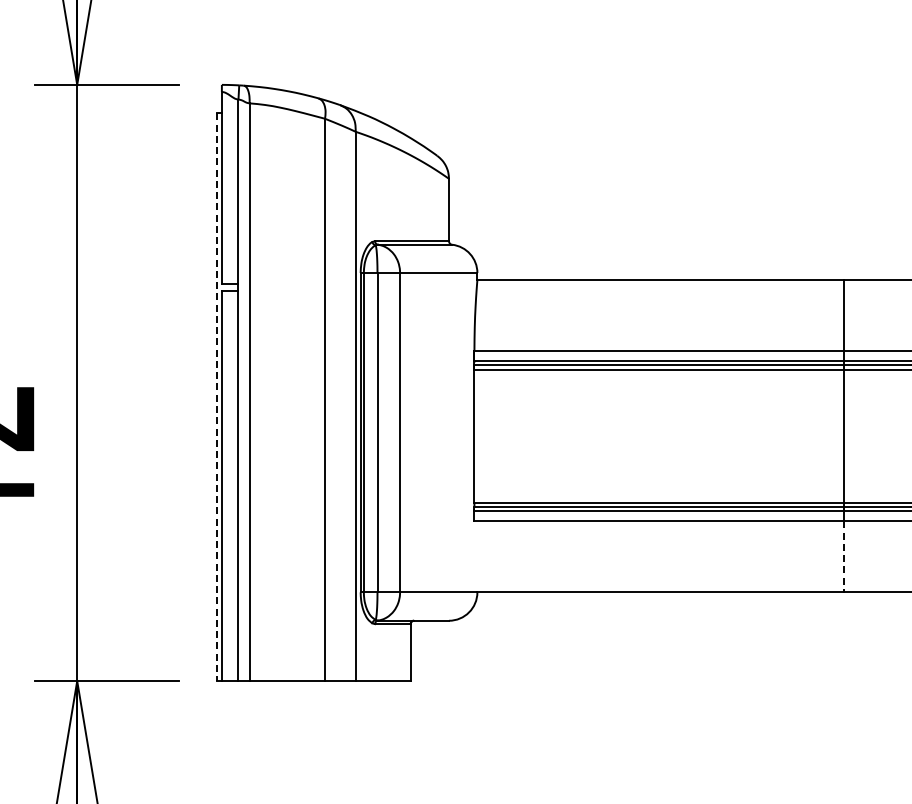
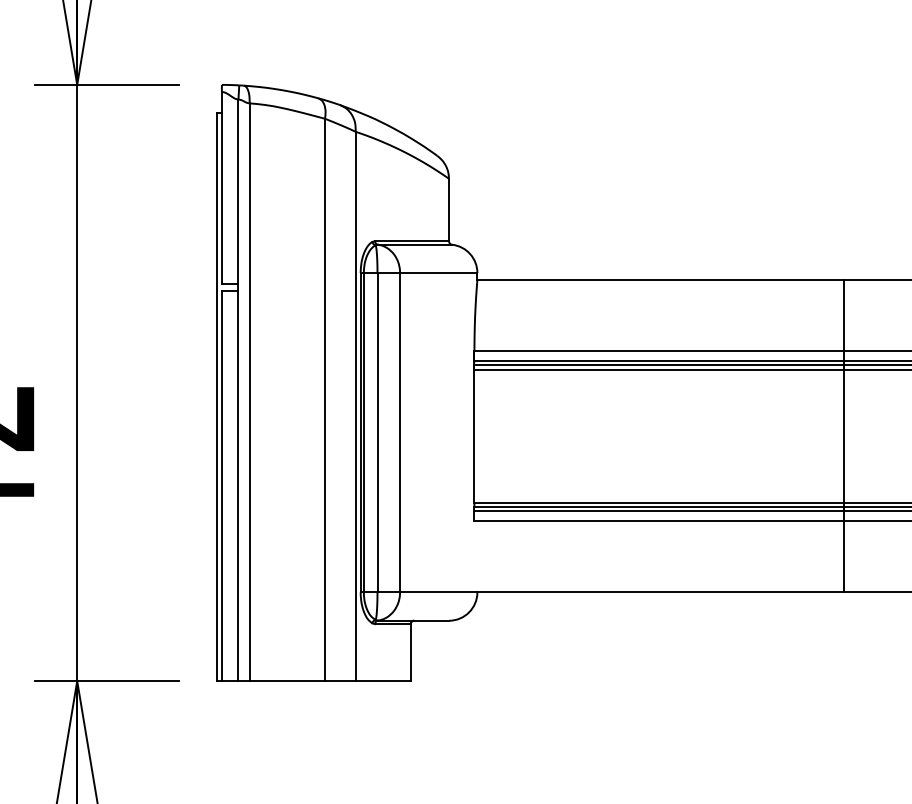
line at (216, 397): dashed -> solid
line at (843, 557): dashed -> solid
